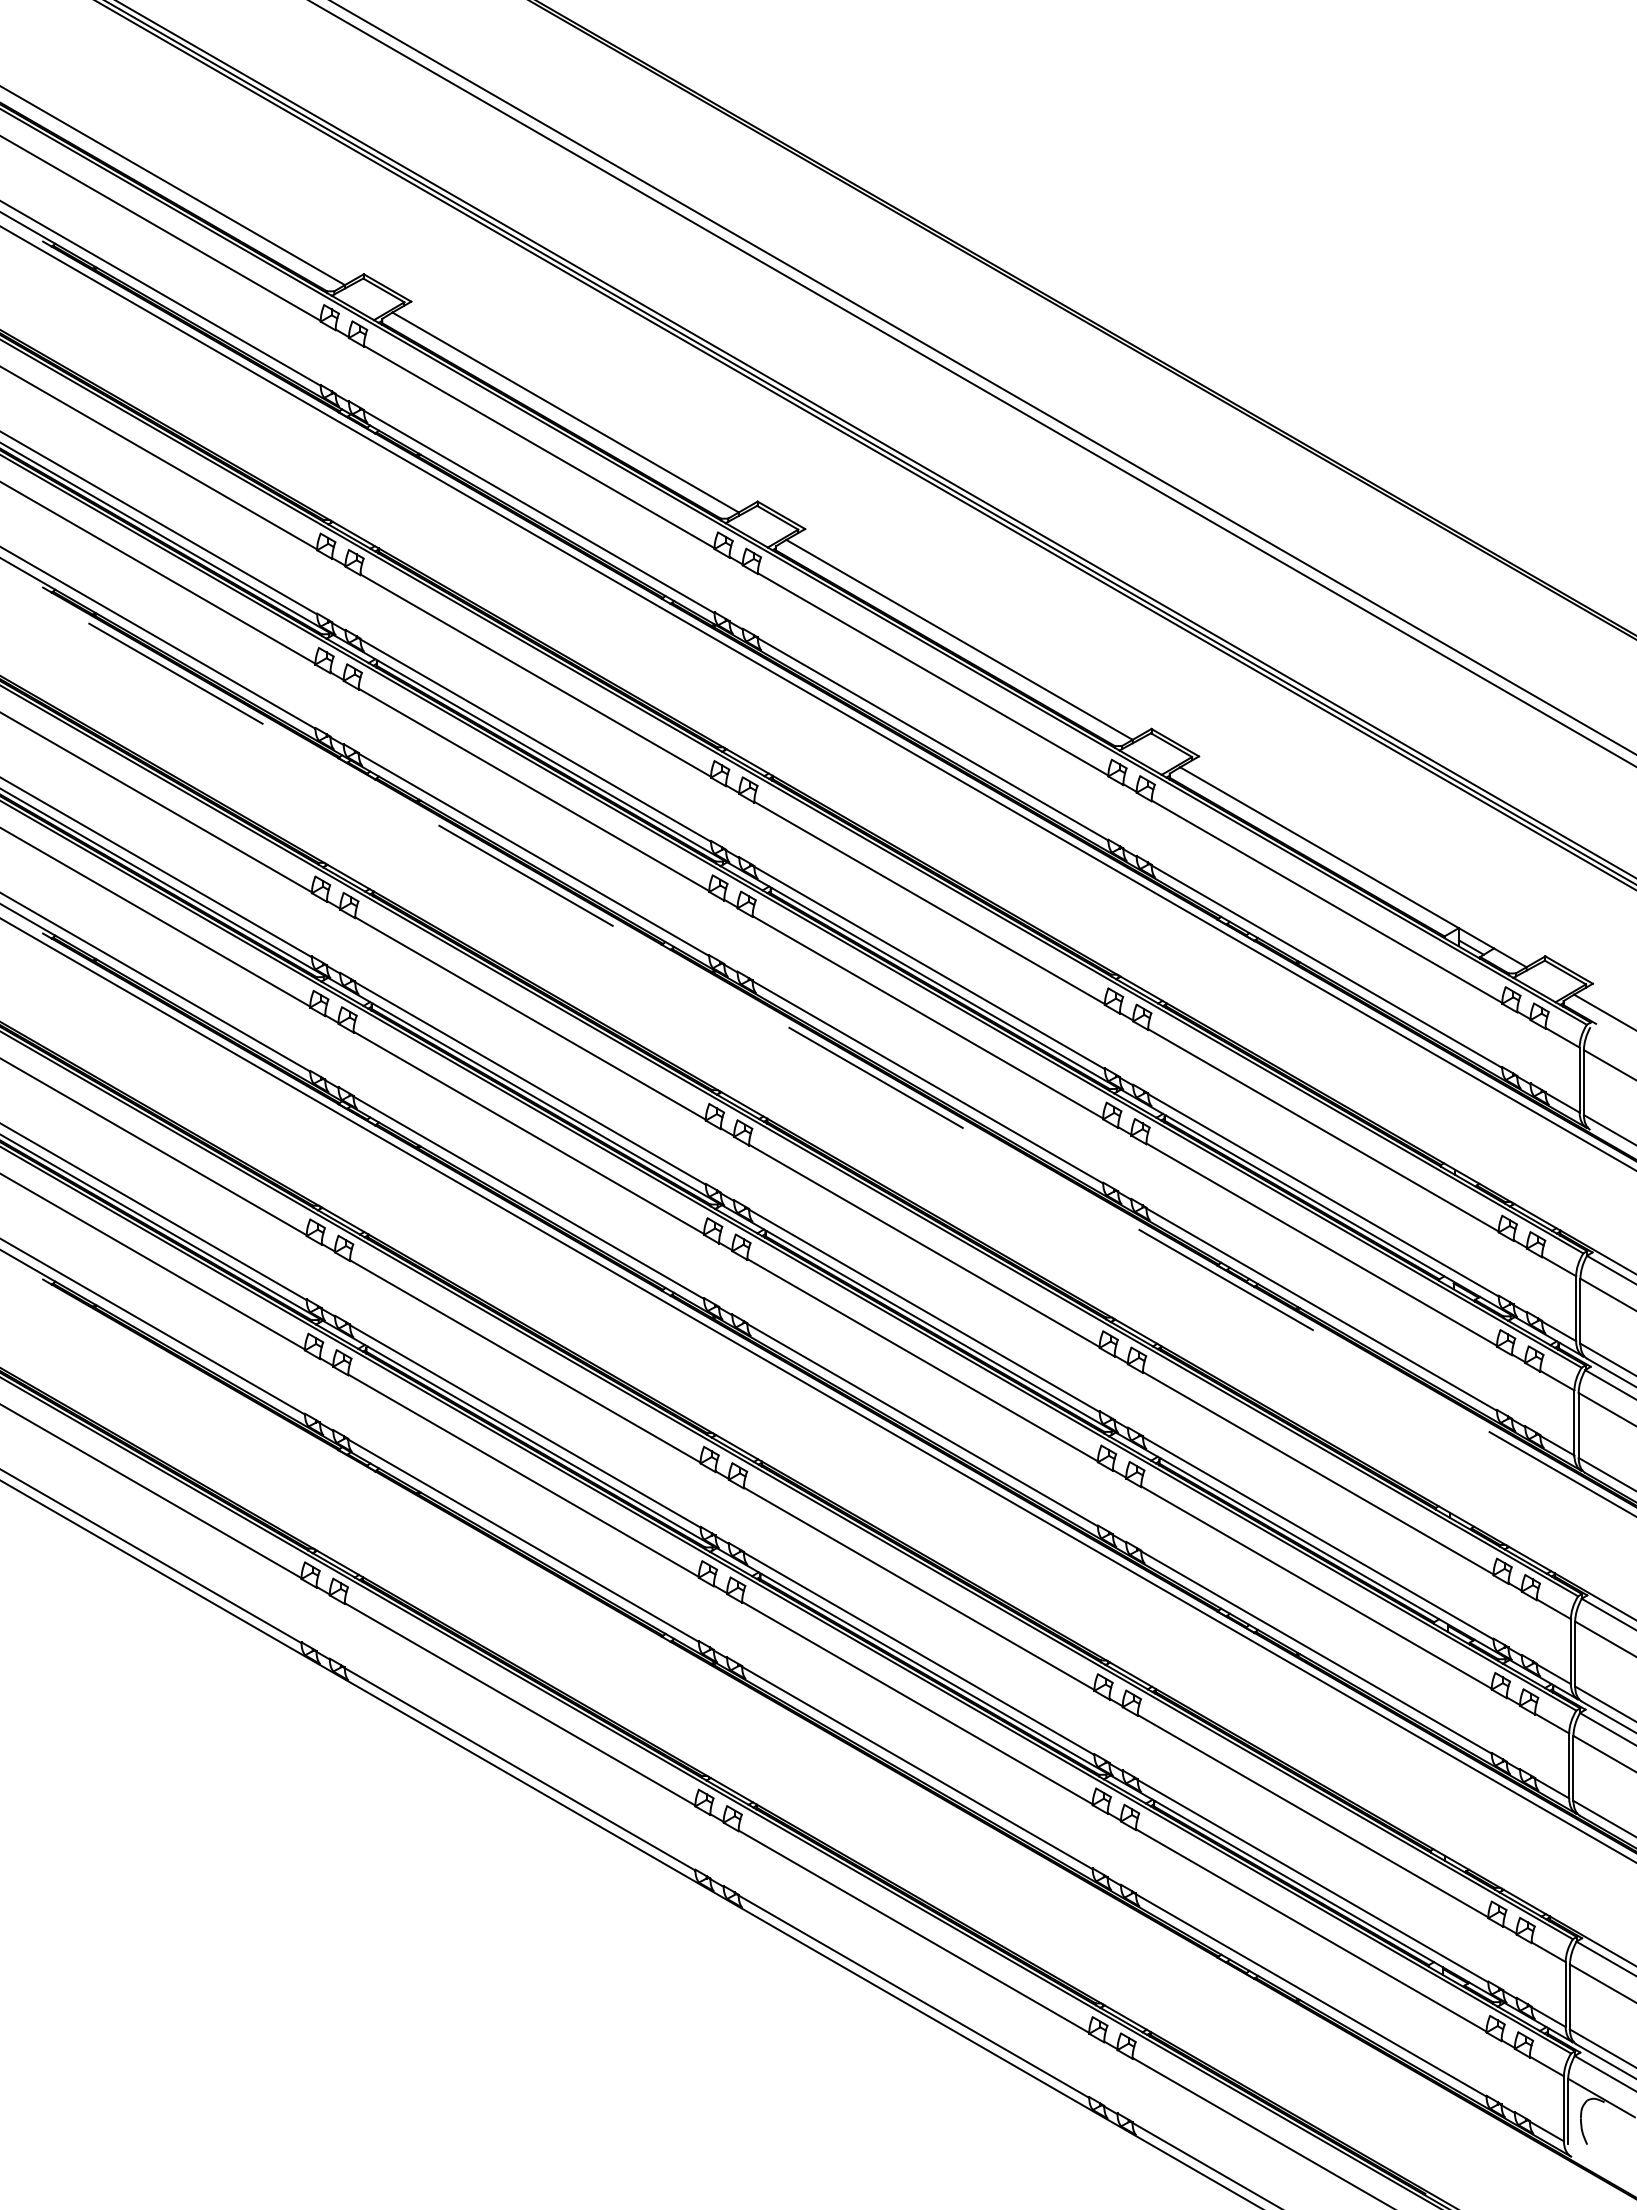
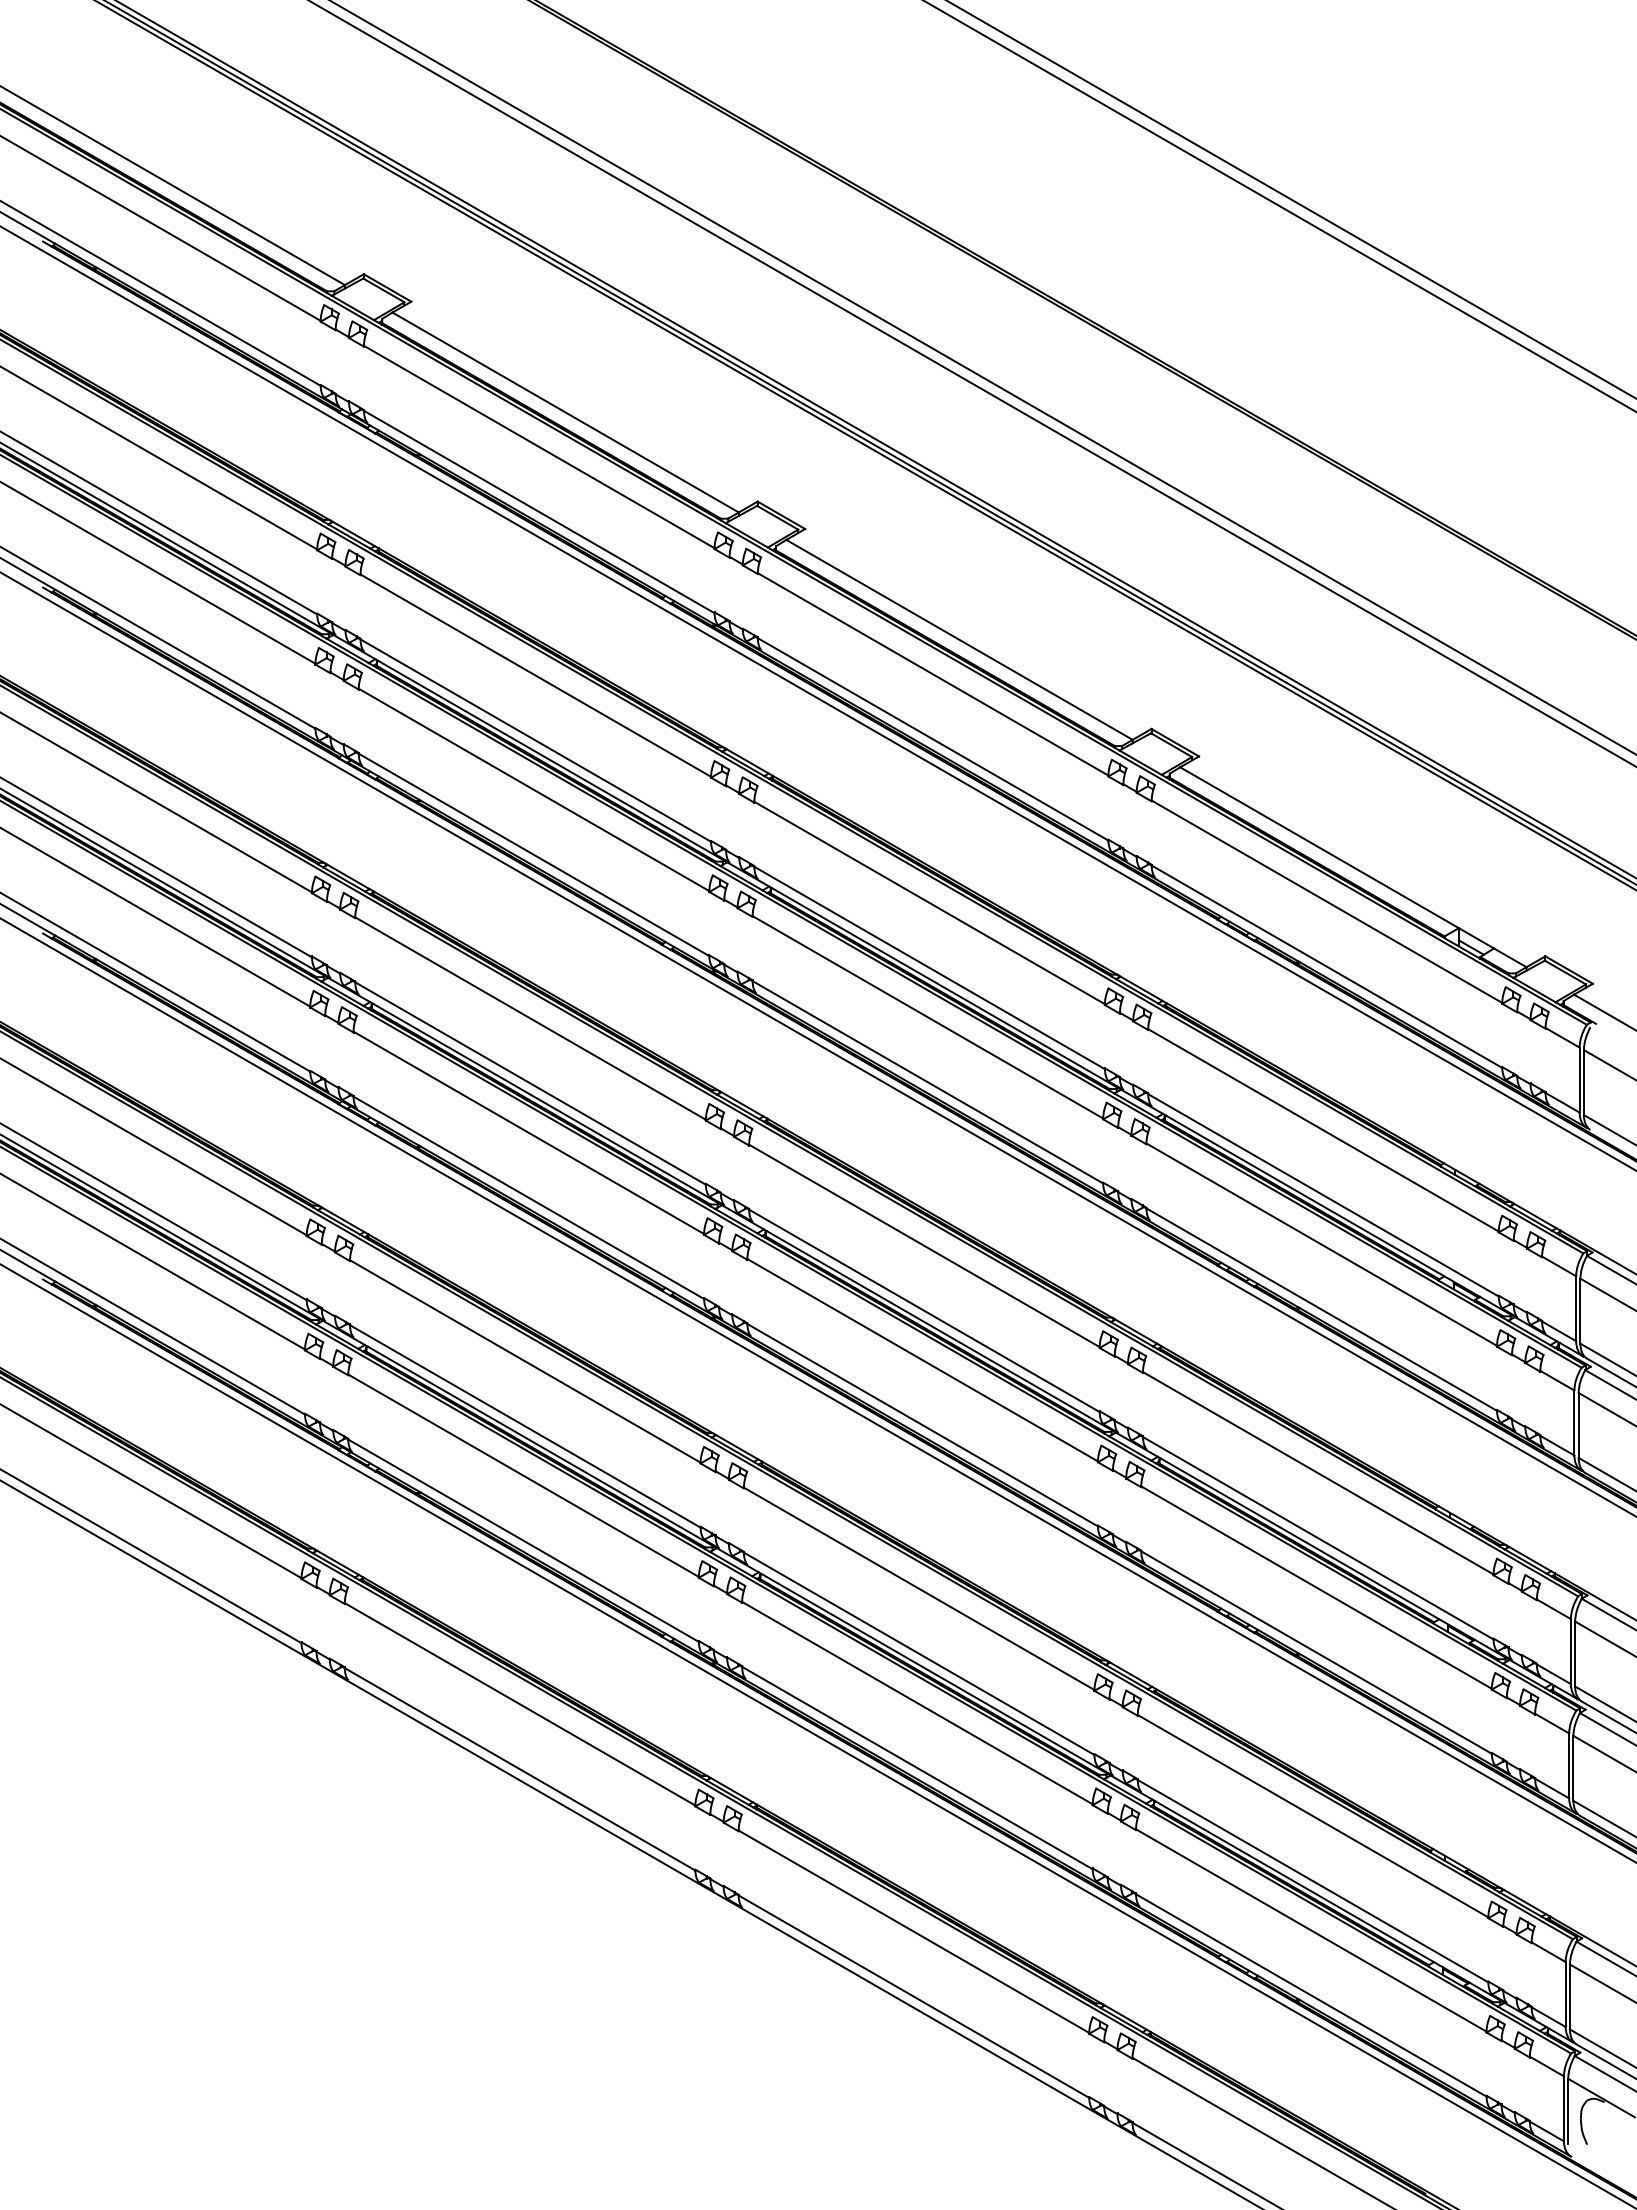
line at (1291, 199): none -> present
line at (1279, 206): none -> present
line at (818, 1044): dashed -> solid
line at (817, 1735): none -> present
